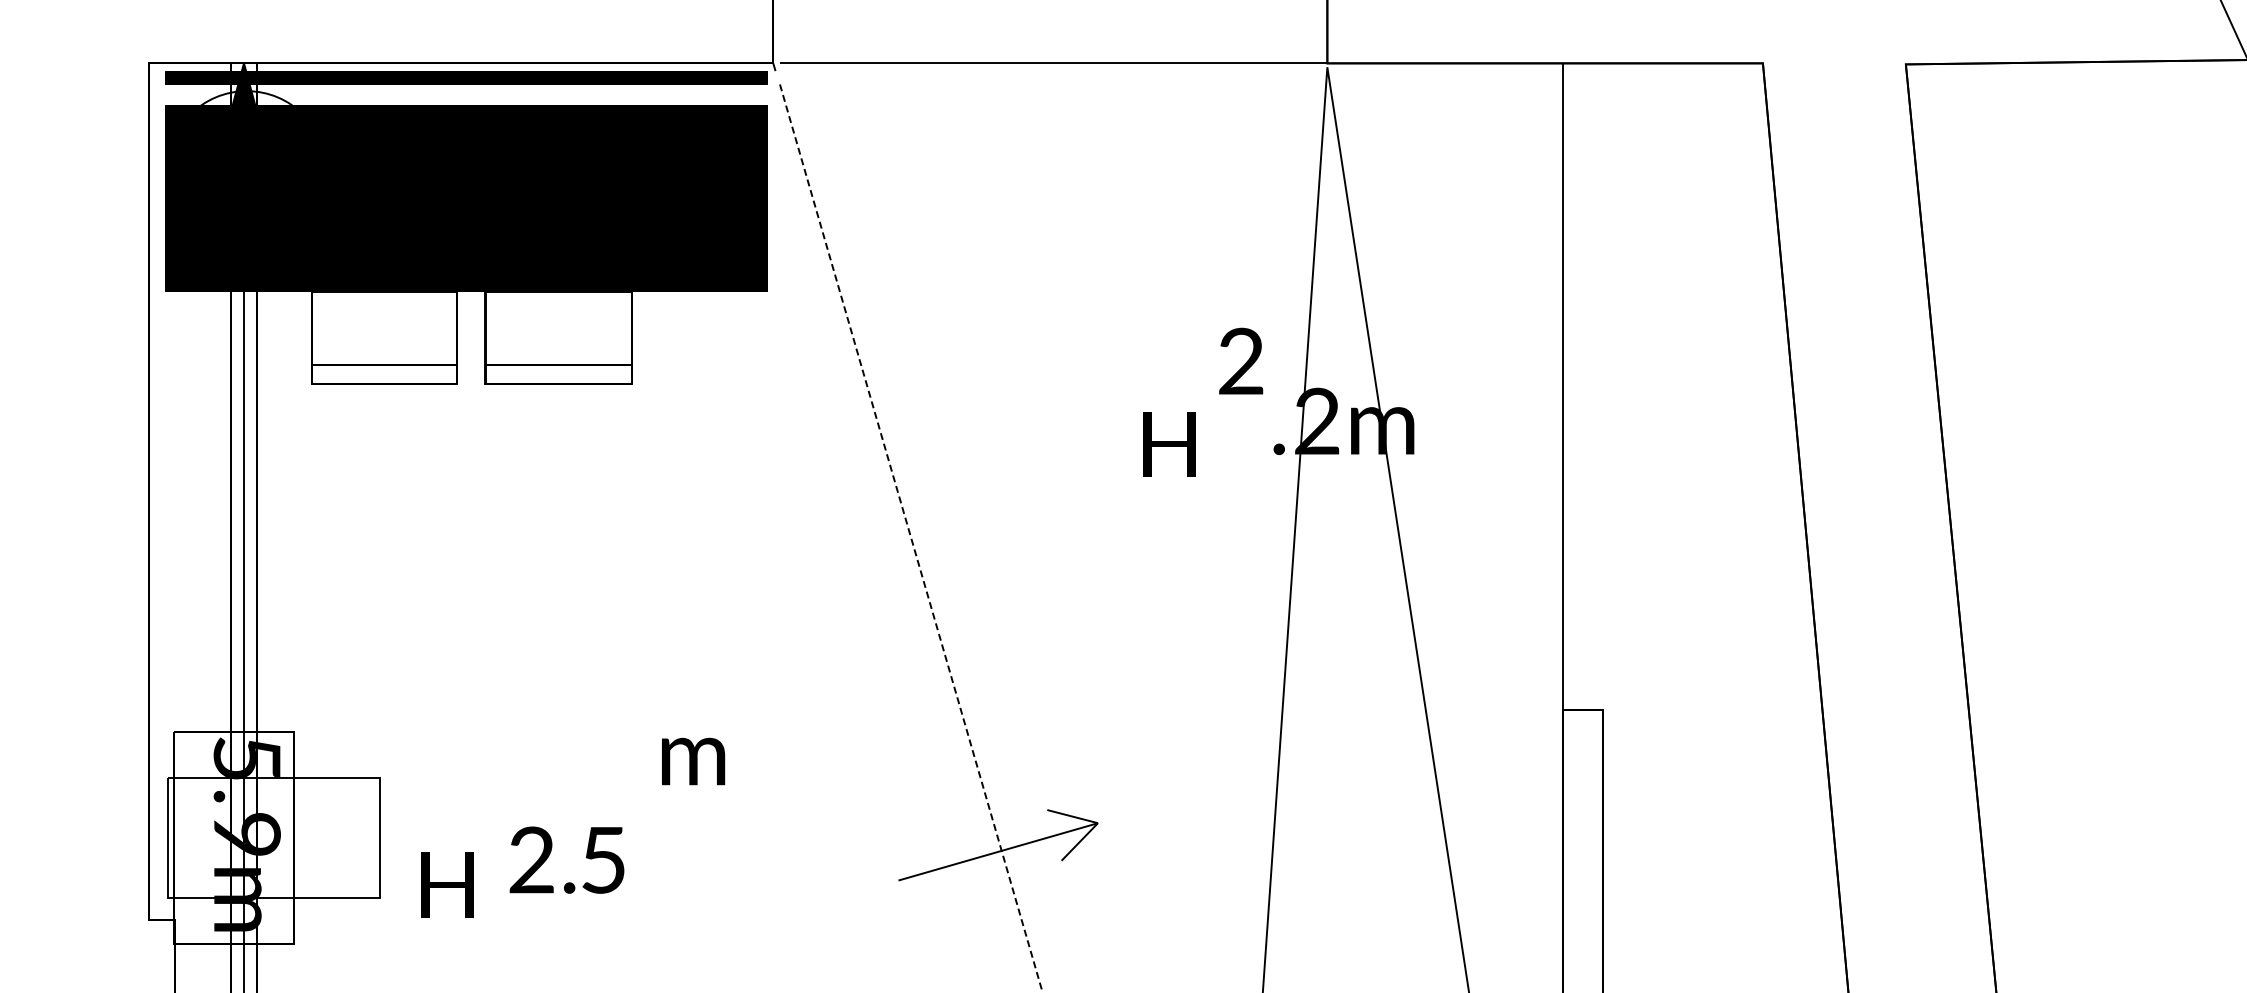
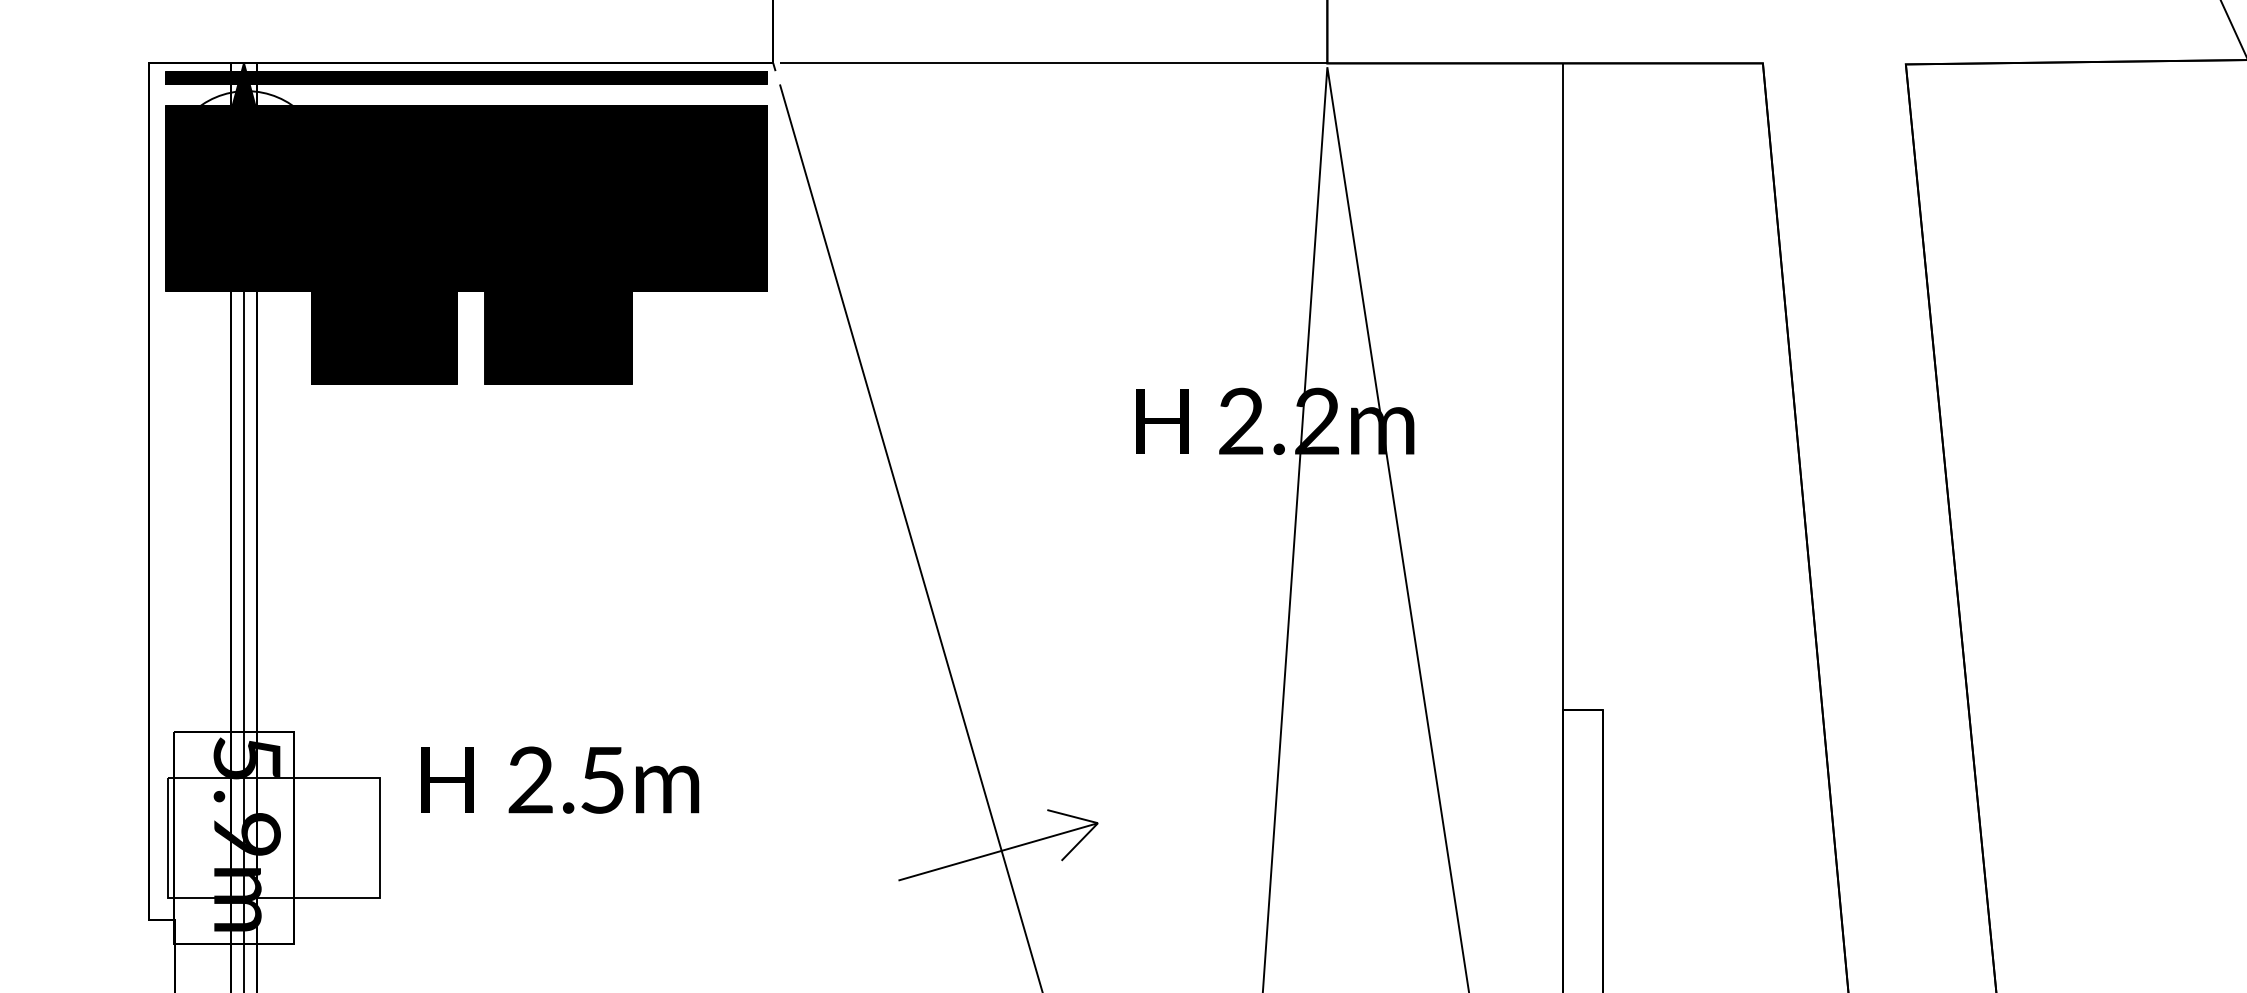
fill at (384, 337): none -> present
fill at (558, 337): none -> present
text at (1241, 360) position: (1241, 360) -> (1241, 420)
text at (1169, 444) position: (1169, 444) -> (1162, 421)
line at (911, 538): dashed -> solid
text at (693, 761) position: (693, 761) -> (667, 789)
text at (566, 859) position: (566, 859) -> (565, 779)
text at (447, 884) position: (447, 884) -> (447, 779)
